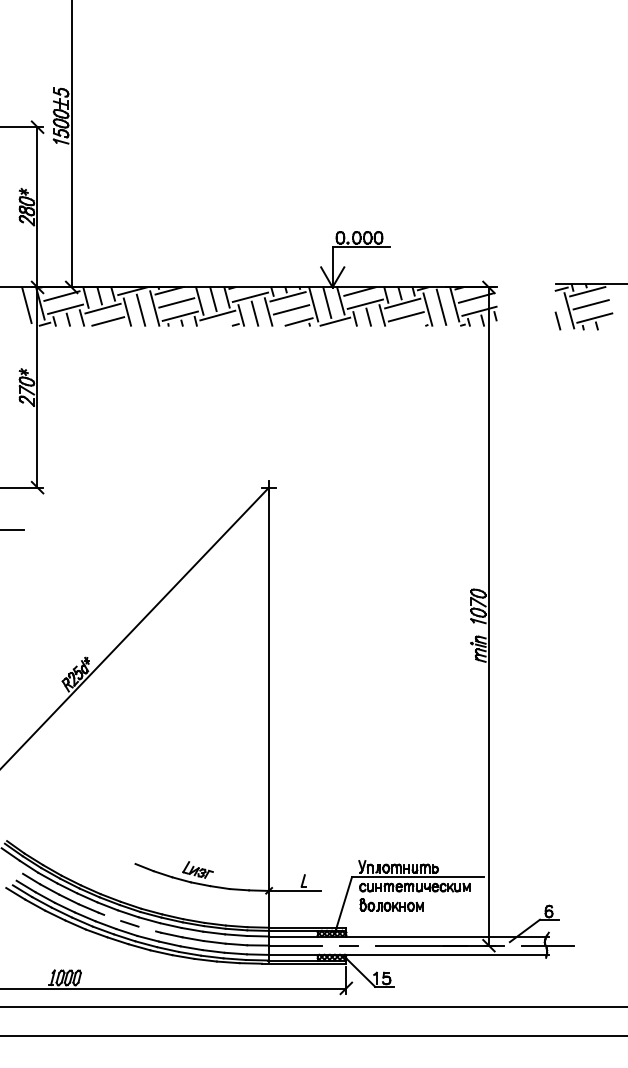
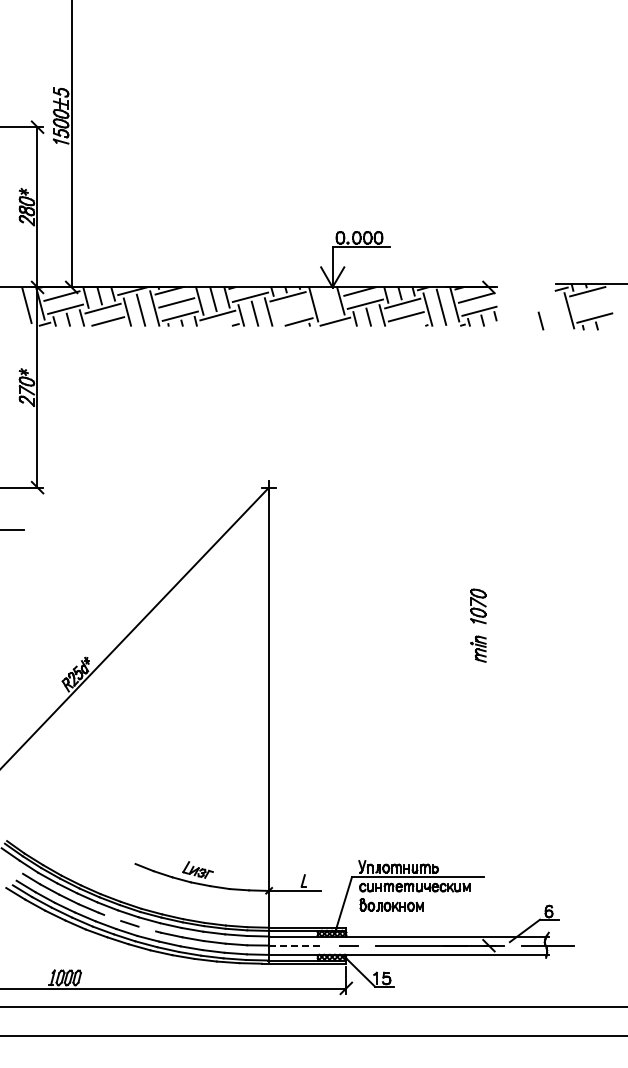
line at (327, 302): present -> none
line at (590, 304): present -> none
line at (291, 309): present -> none
line at (557, 320) position: (557, 320) -> (540, 320)
line at (489, 616): present -> none
line at (295, 945): solid -> dashed
